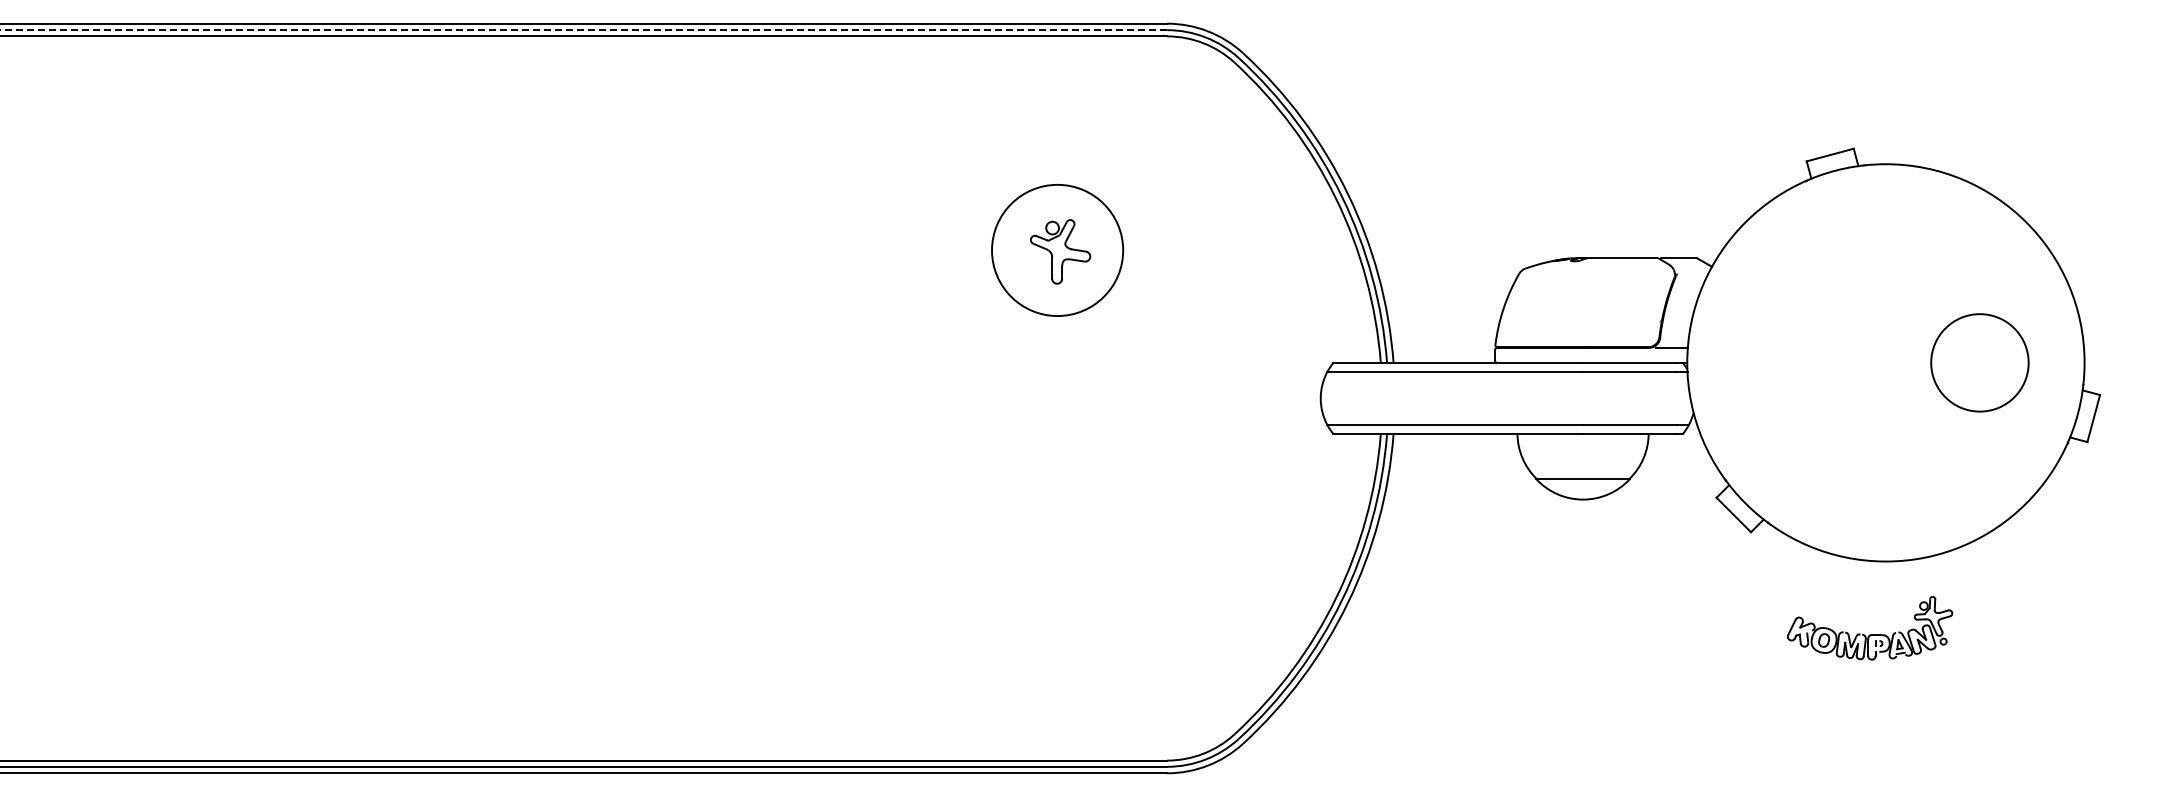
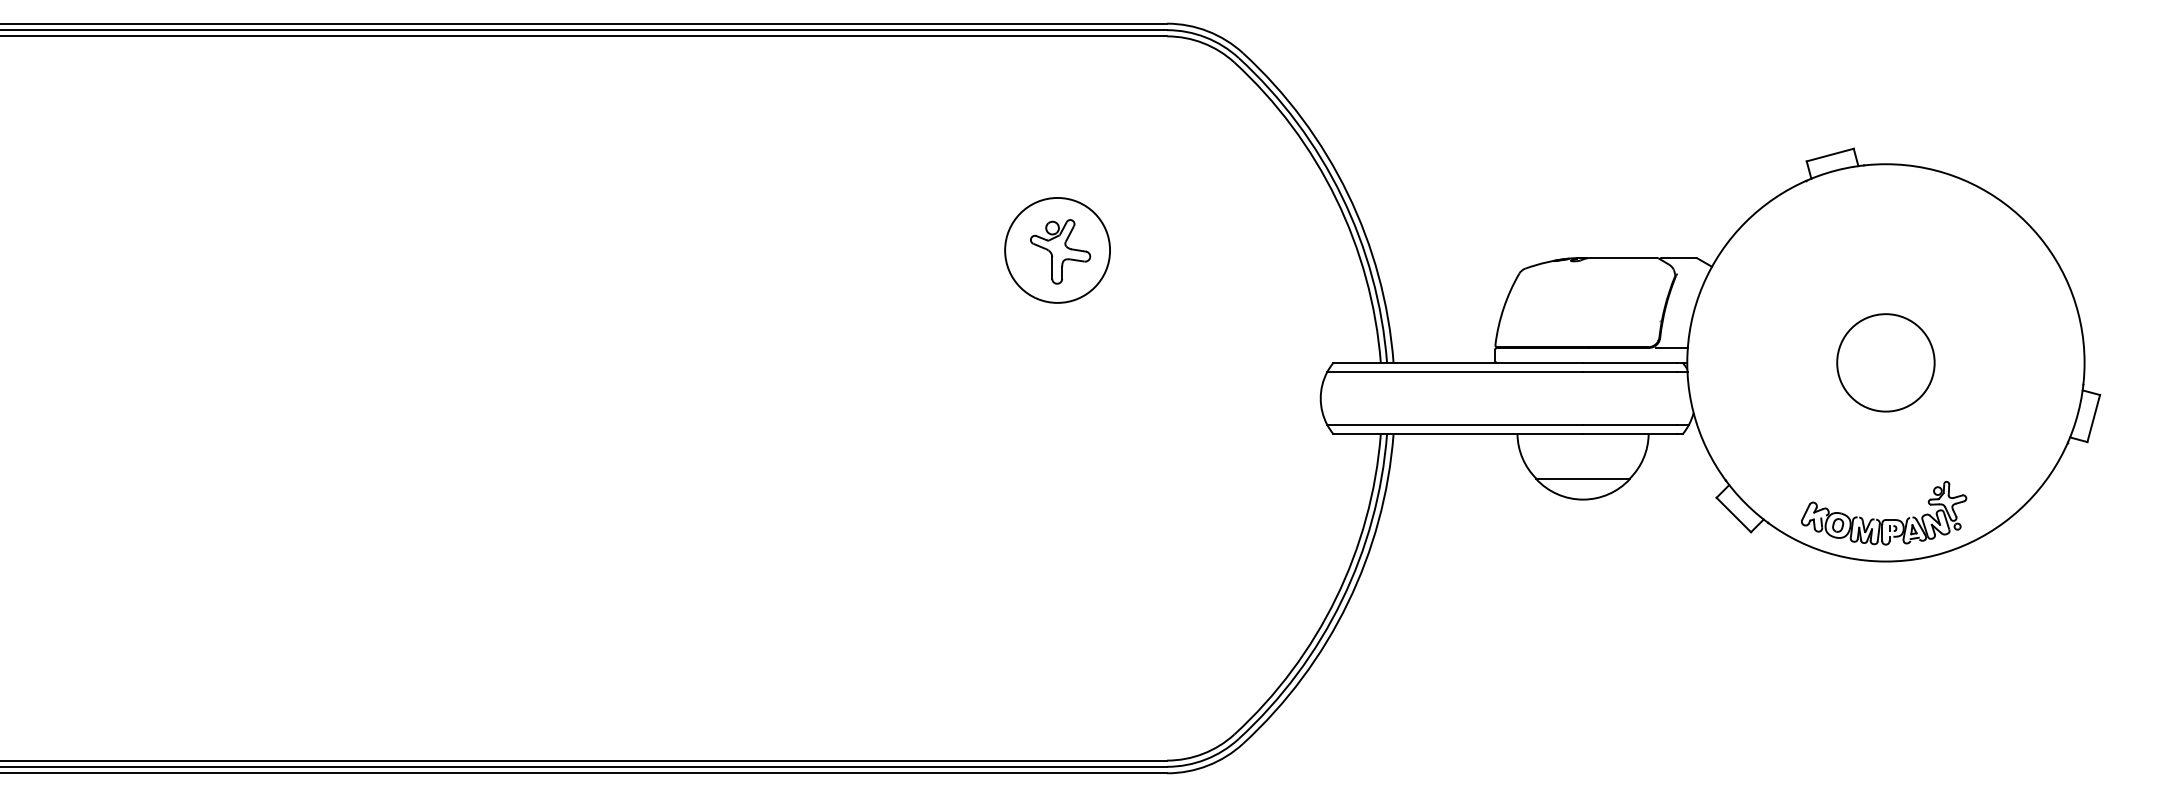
line at (583, 30): dashed -> solid
circle at (1057, 250) diameter: 131 px -> 105 px
circle at (1979, 362) position: (1979, 362) -> (1885, 362)
part at (1870, 628) position: (1870, 628) -> (1884, 513)
